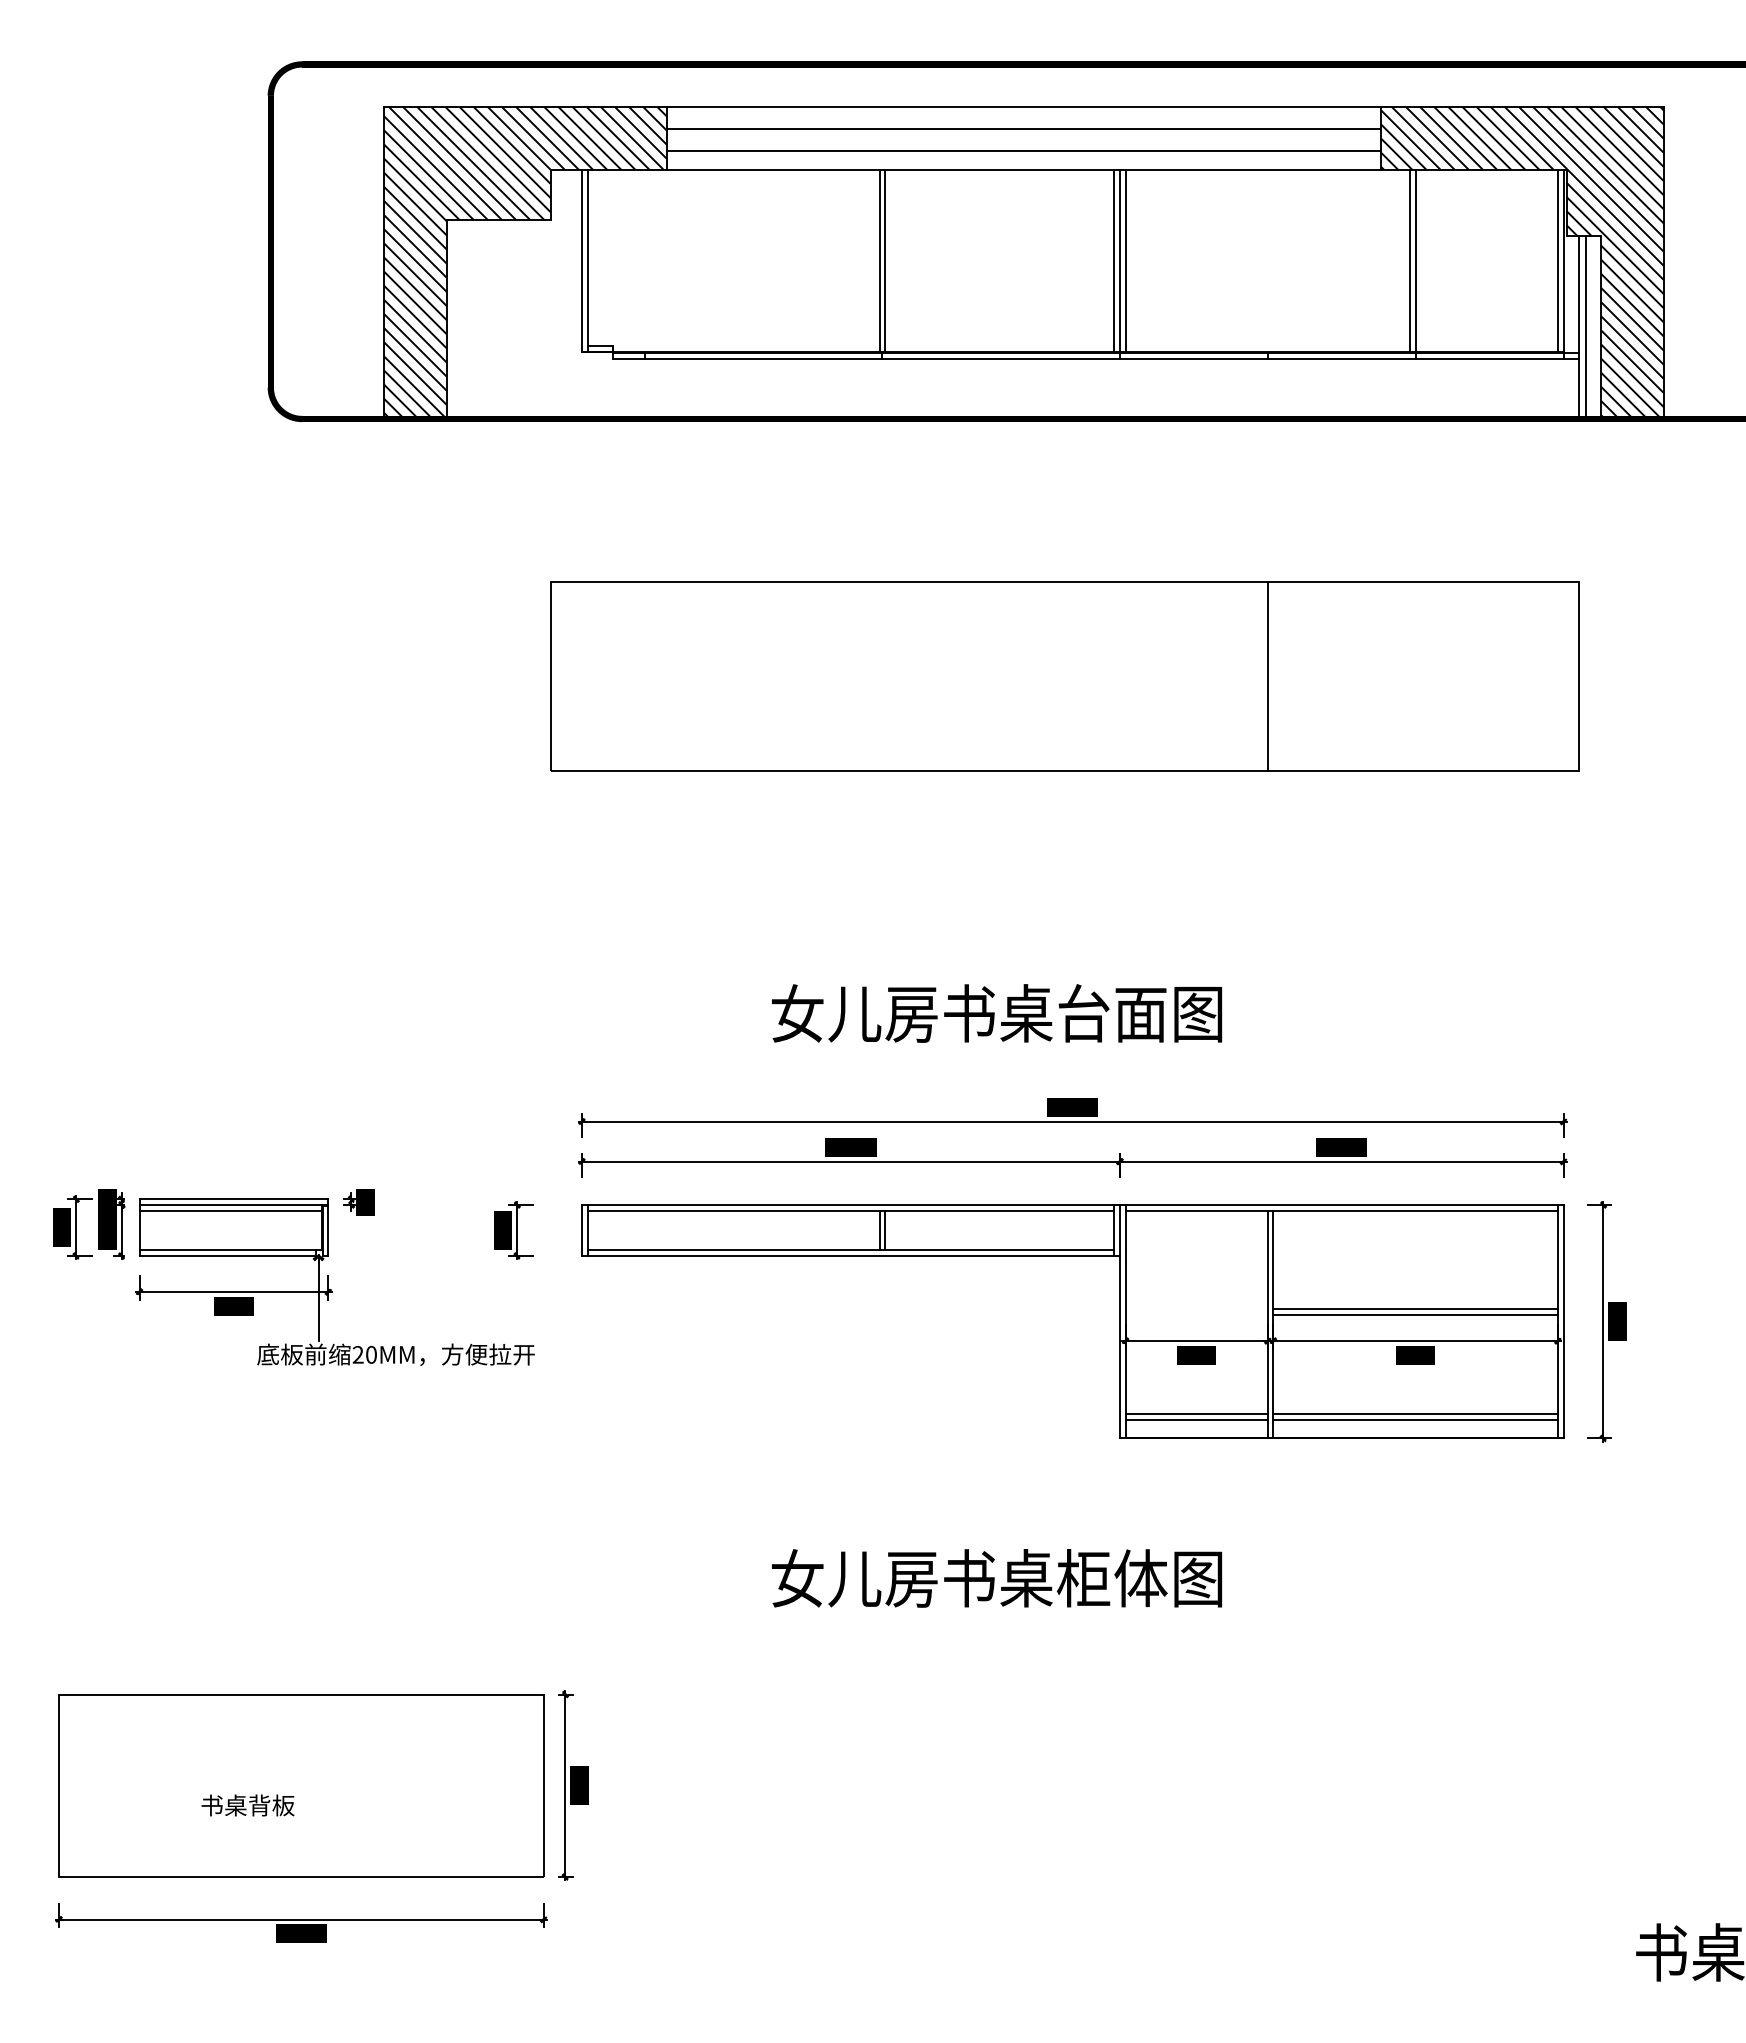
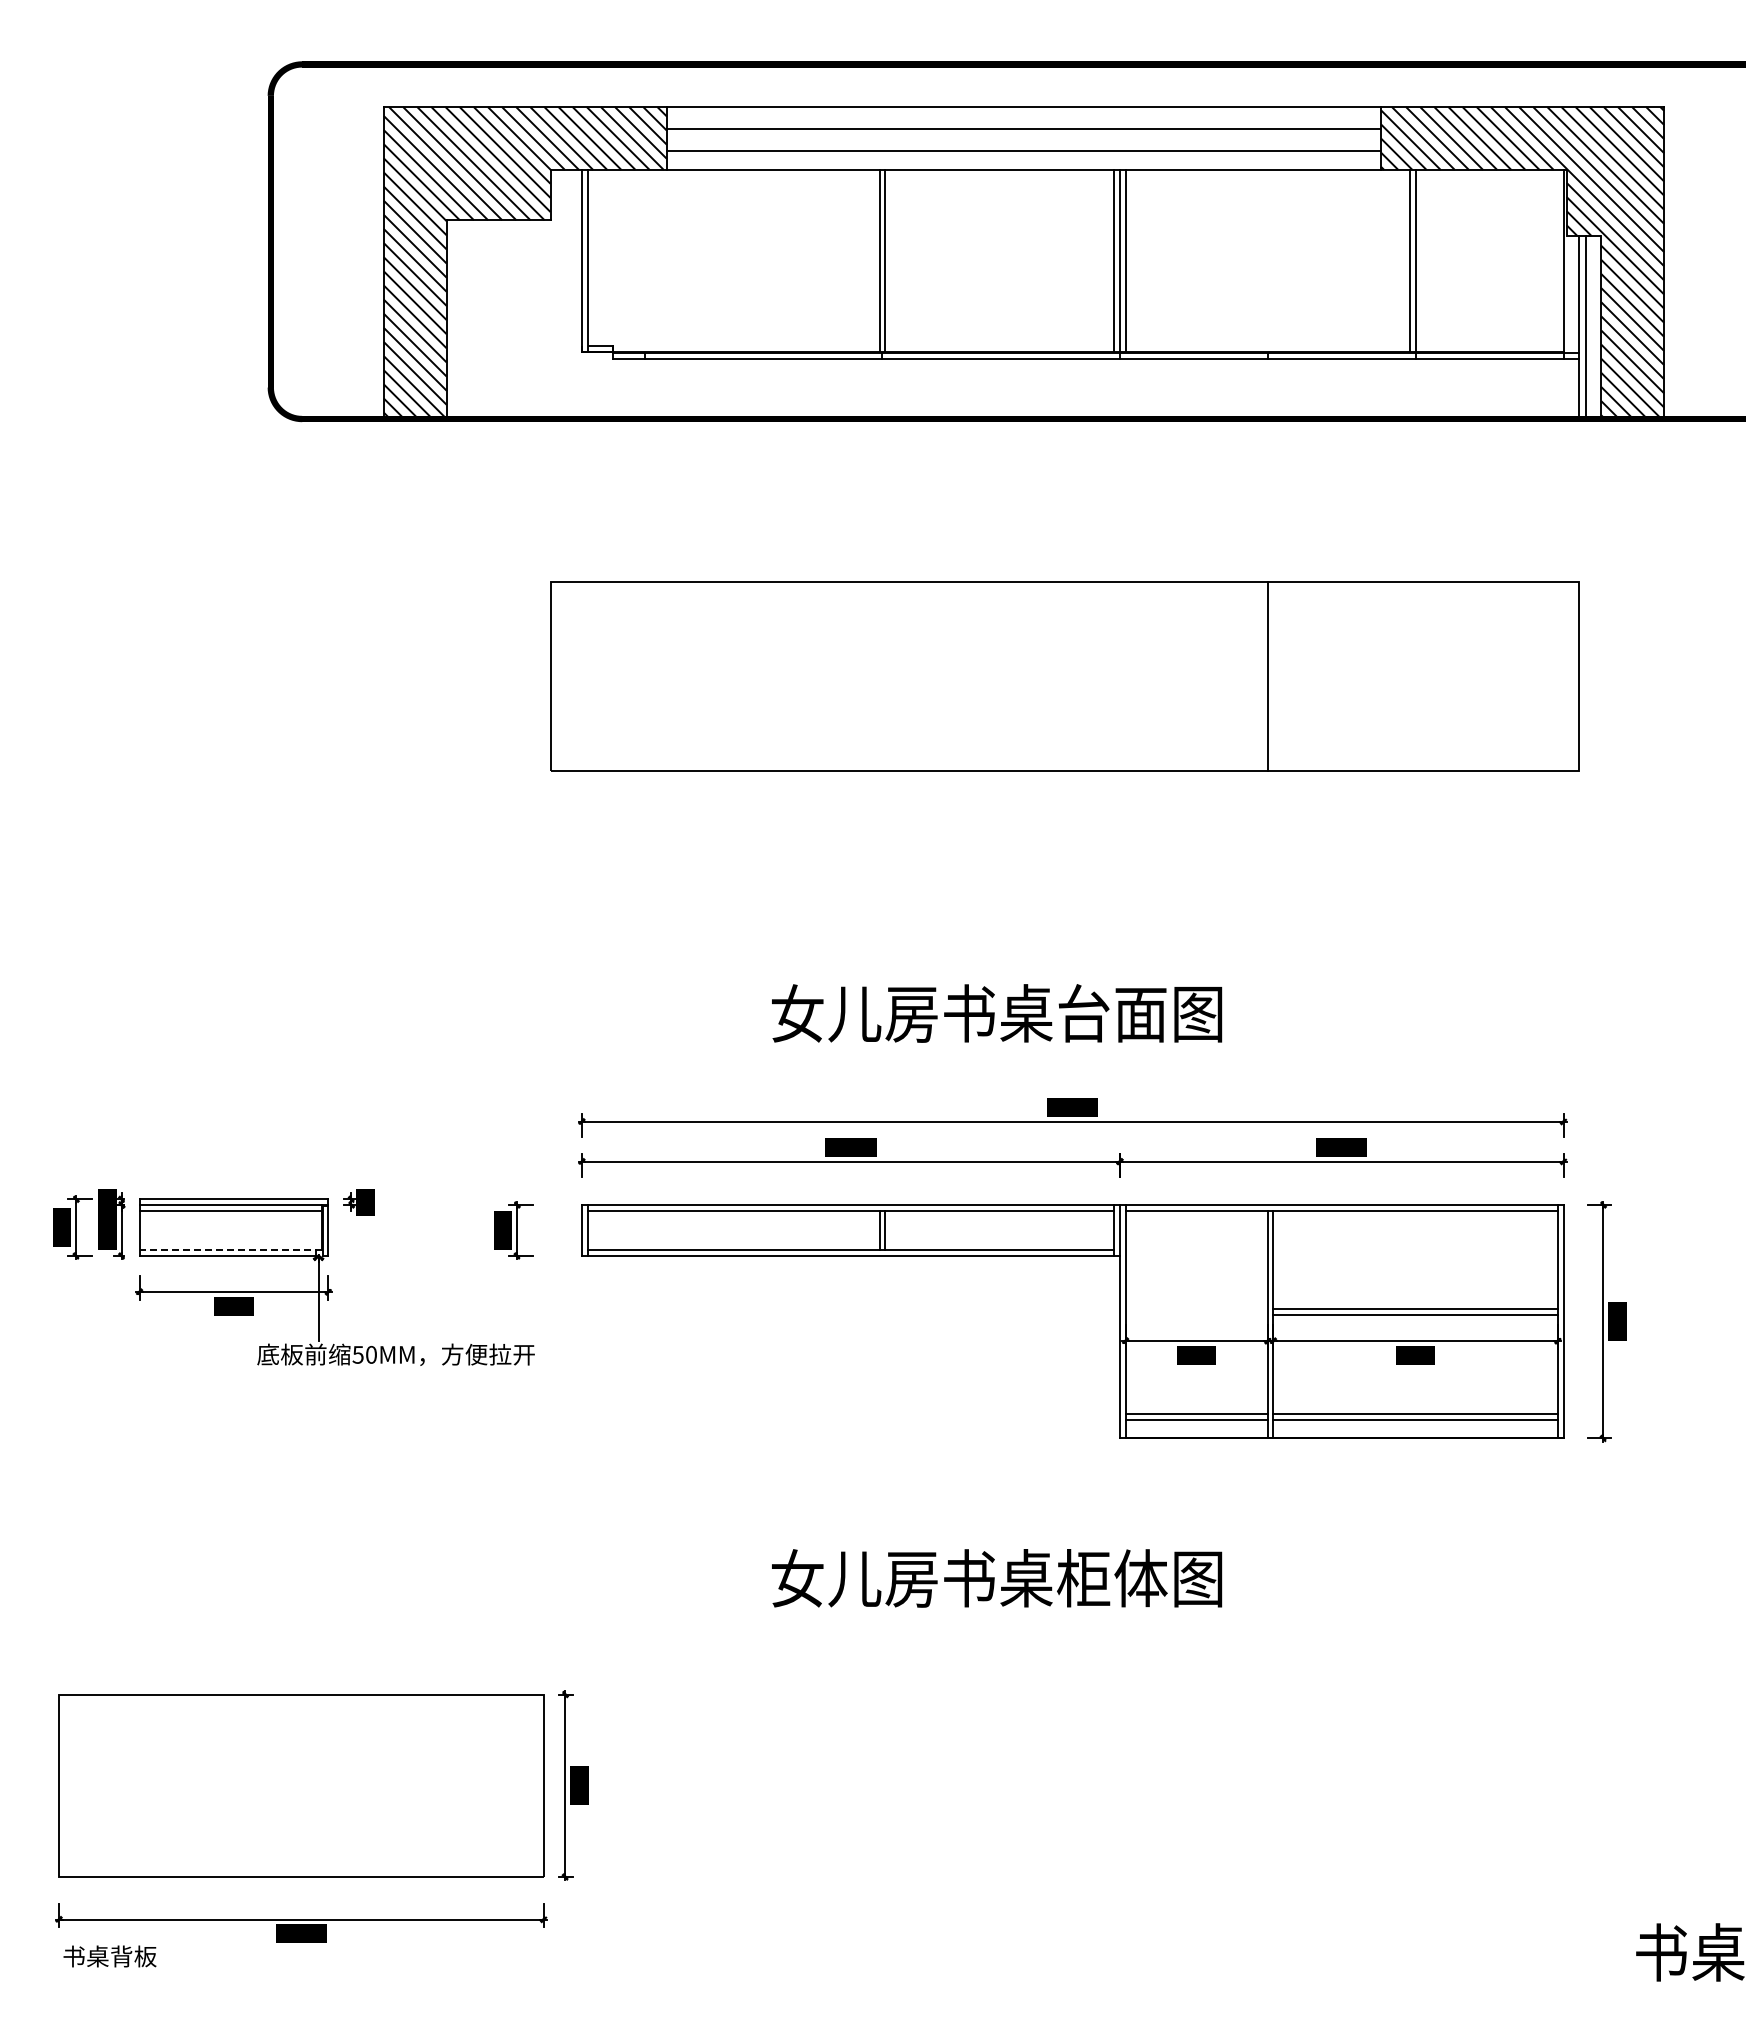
line at (1557, 260): present -> none
line at (230, 1250): solid -> dashed
text at (357, 1354): 20MM -> 50MM
text at (247, 1805) position: (247, 1805) -> (109, 1956)
